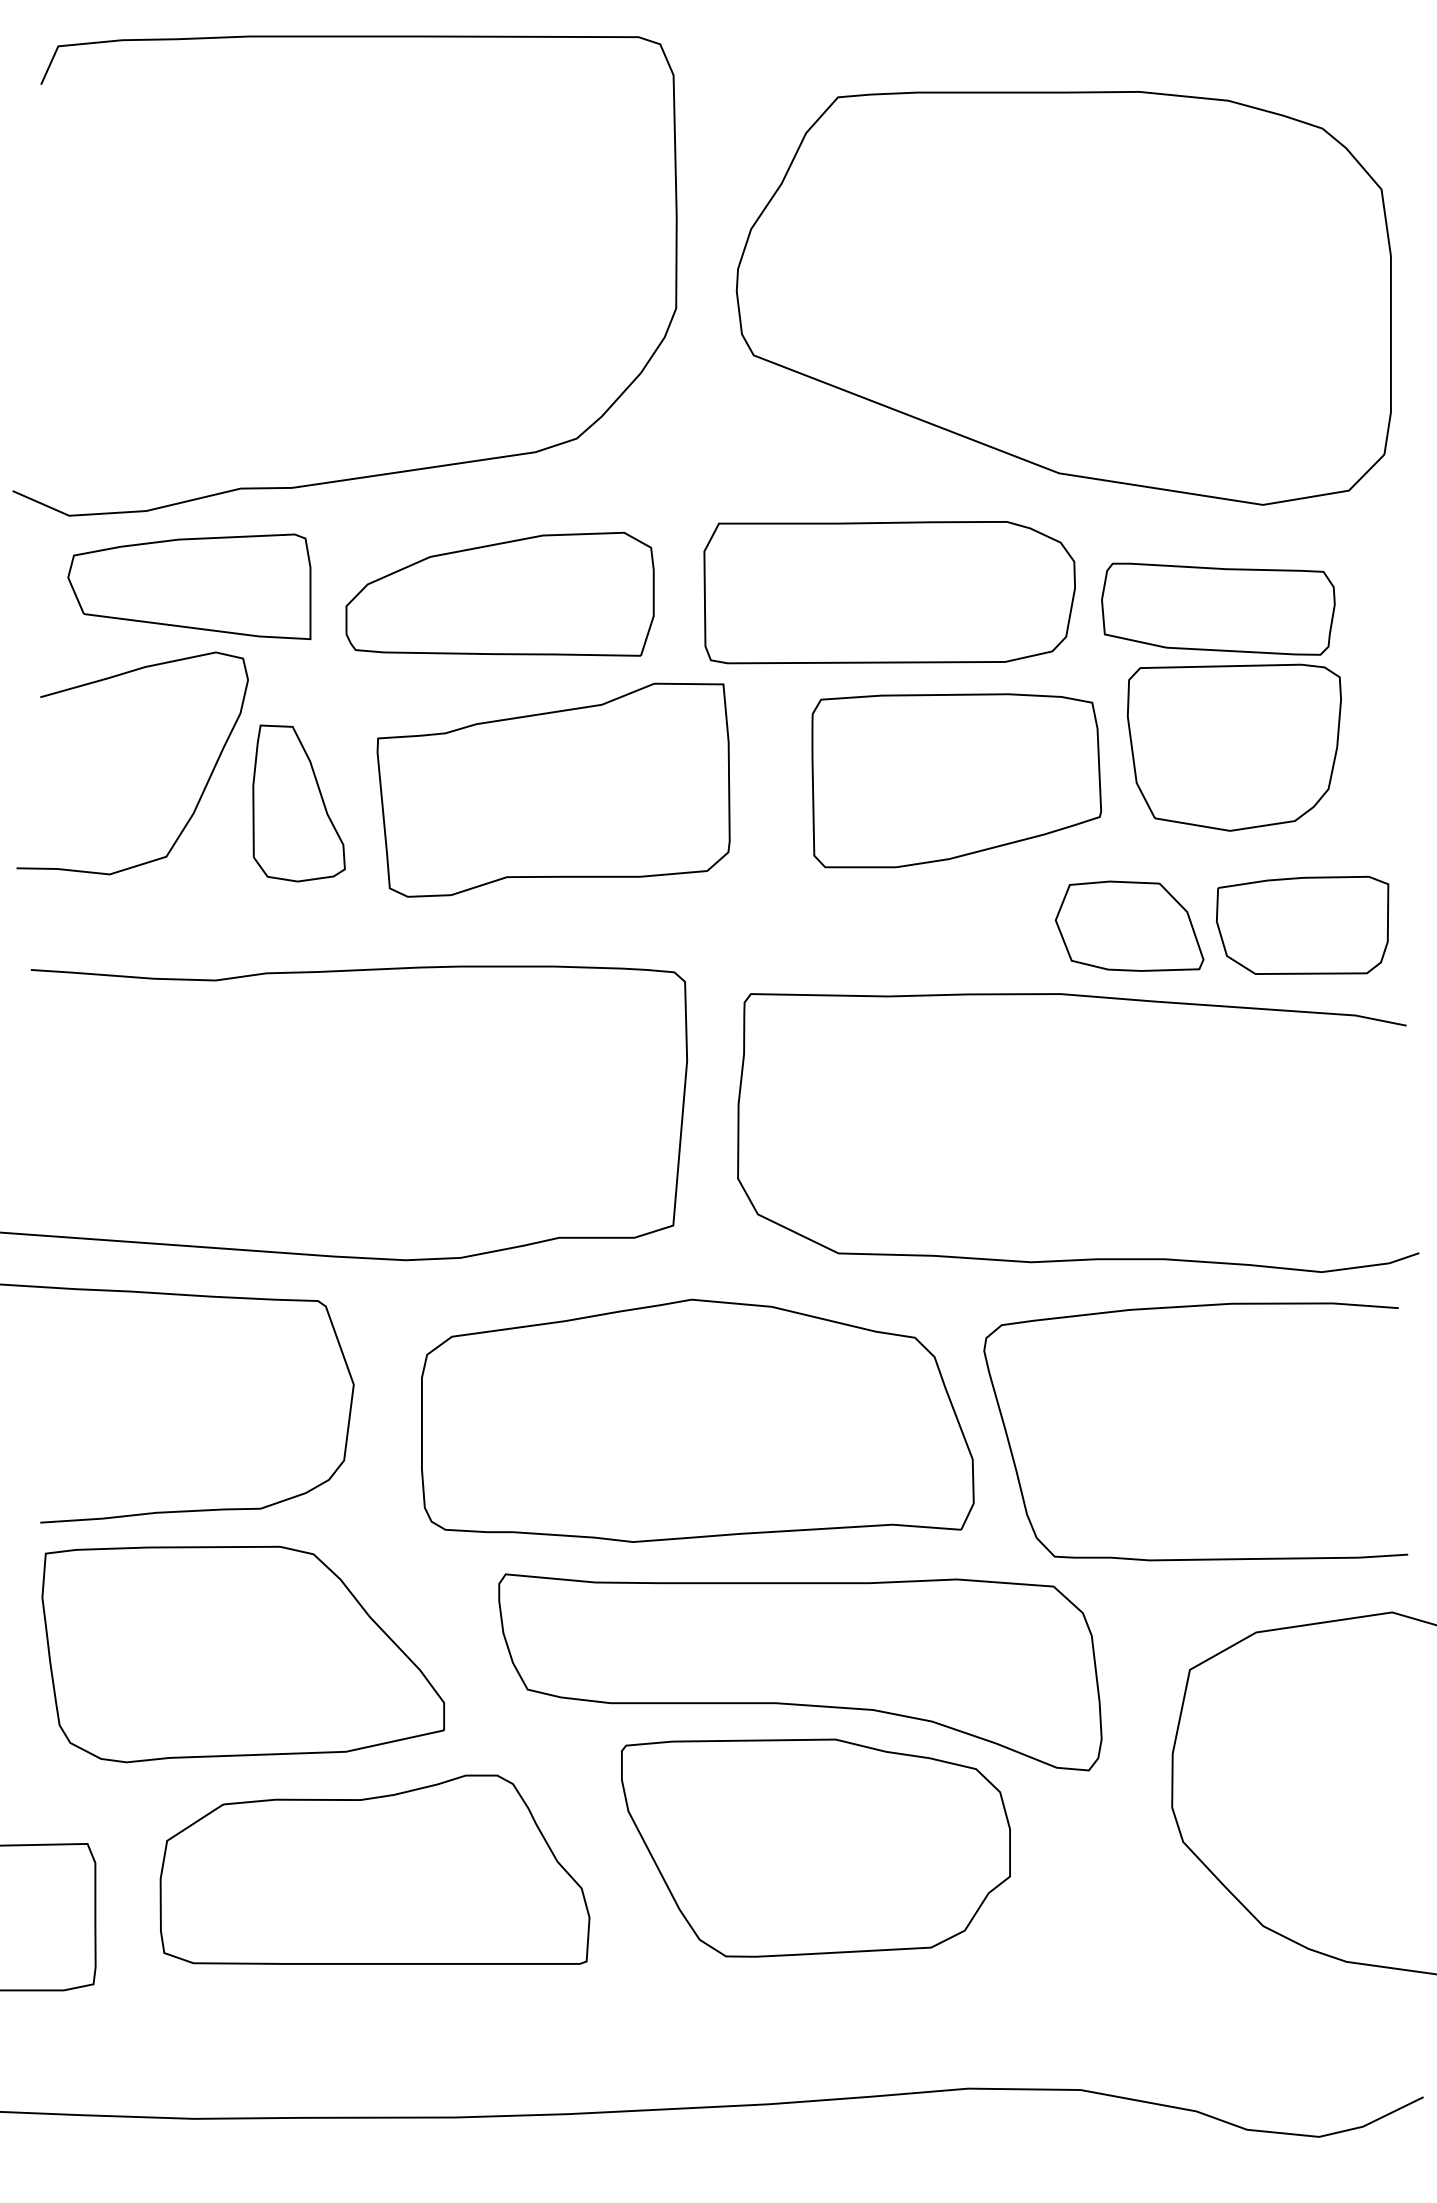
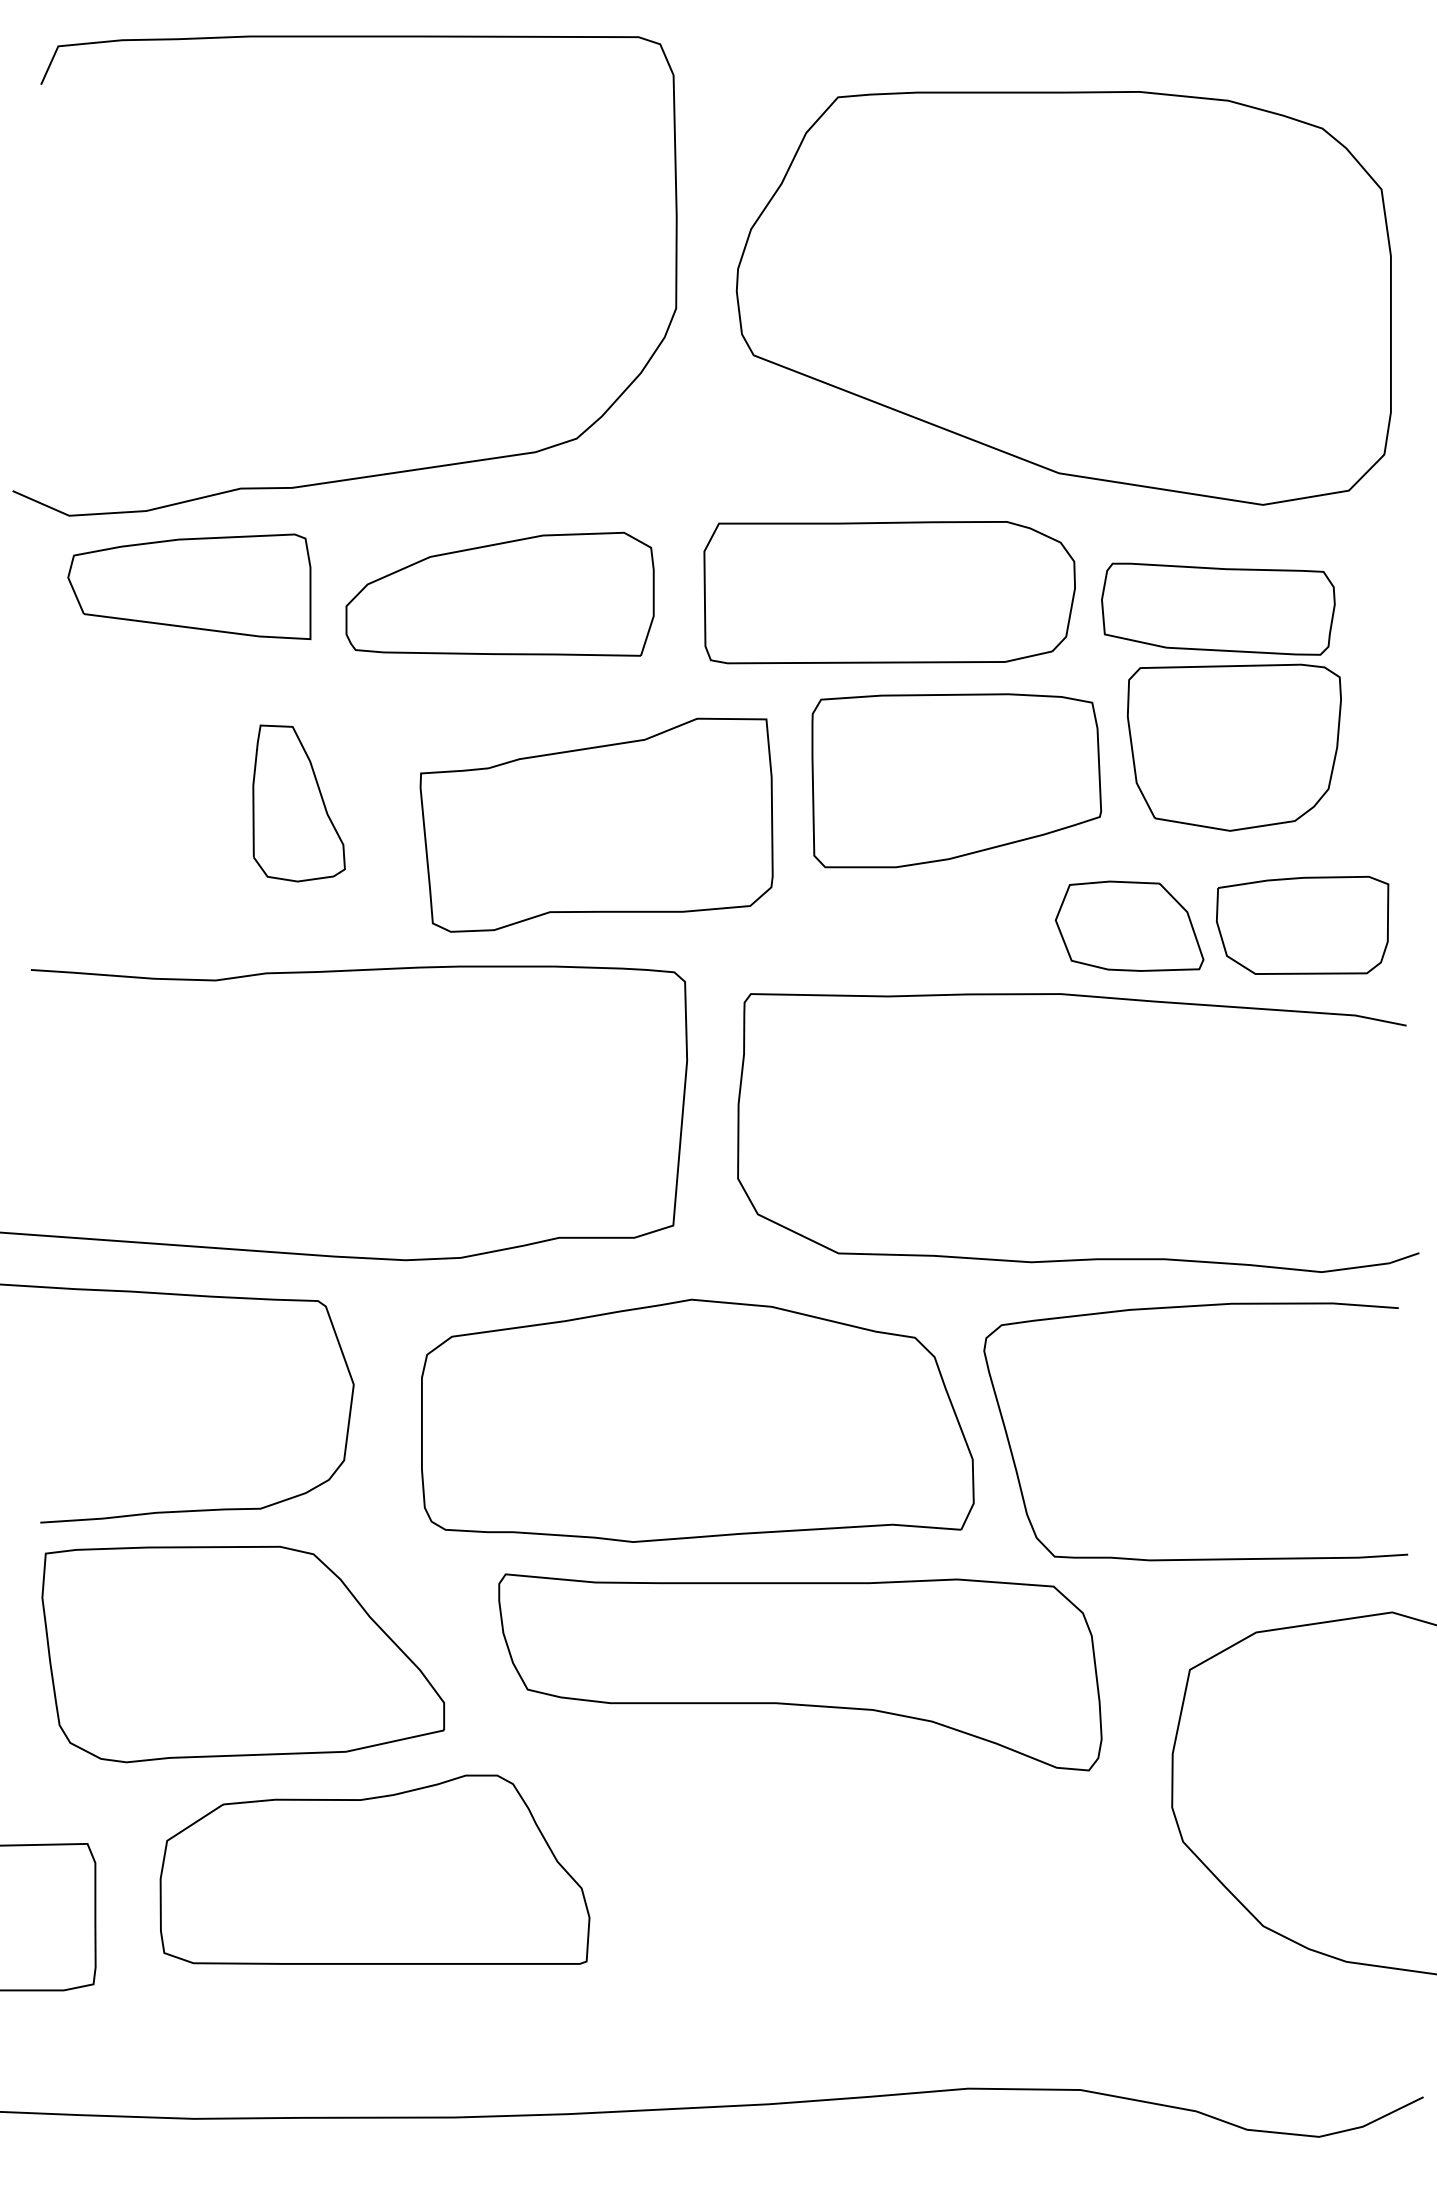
part at (553, 789) position: (553, 789) -> (596, 824)
curve at (199, 797): present -> none
part at (815, 1847): present -> none
